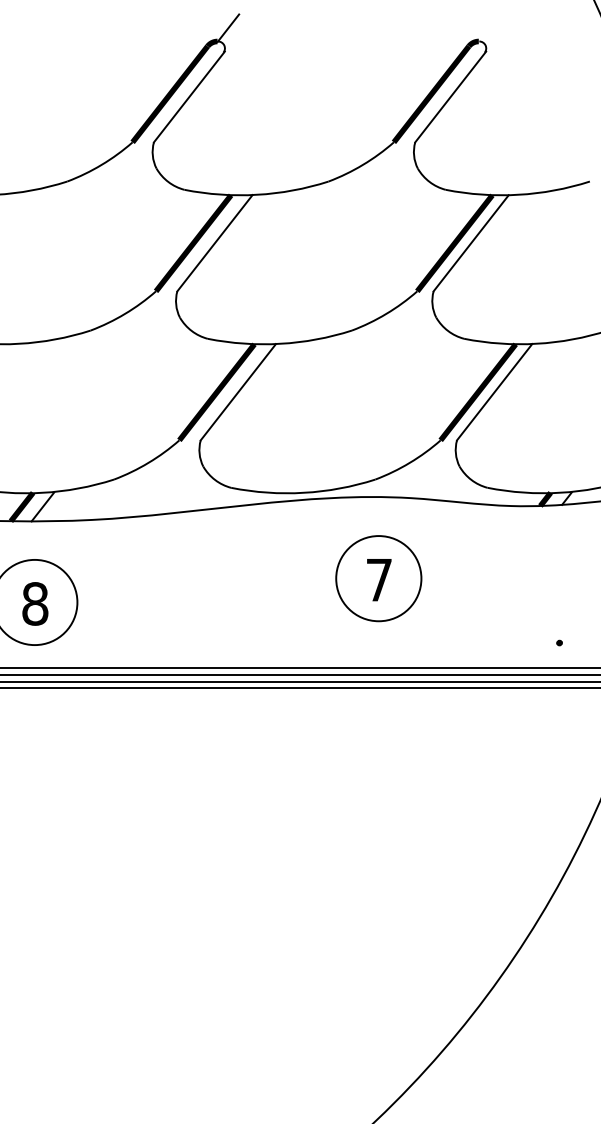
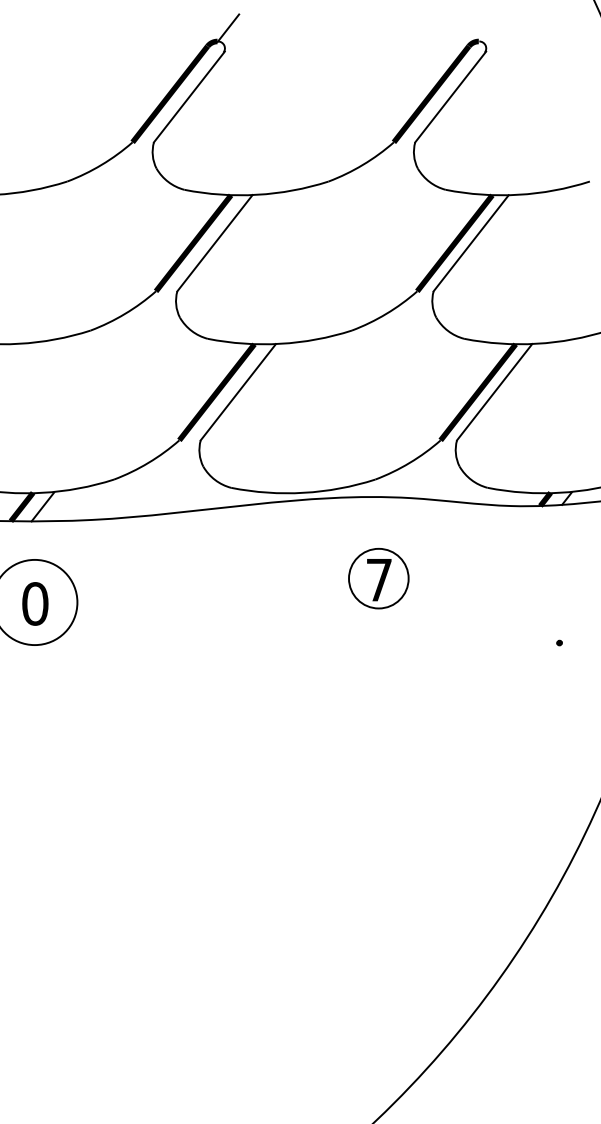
circle at (378, 578) diameter: 85 px -> 60 px
text at (35, 603): 8 -> 0
line at (299, 668): present -> none
line at (299, 675): present -> none
line at (299, 682): present -> none
line at (299, 688): present -> none
